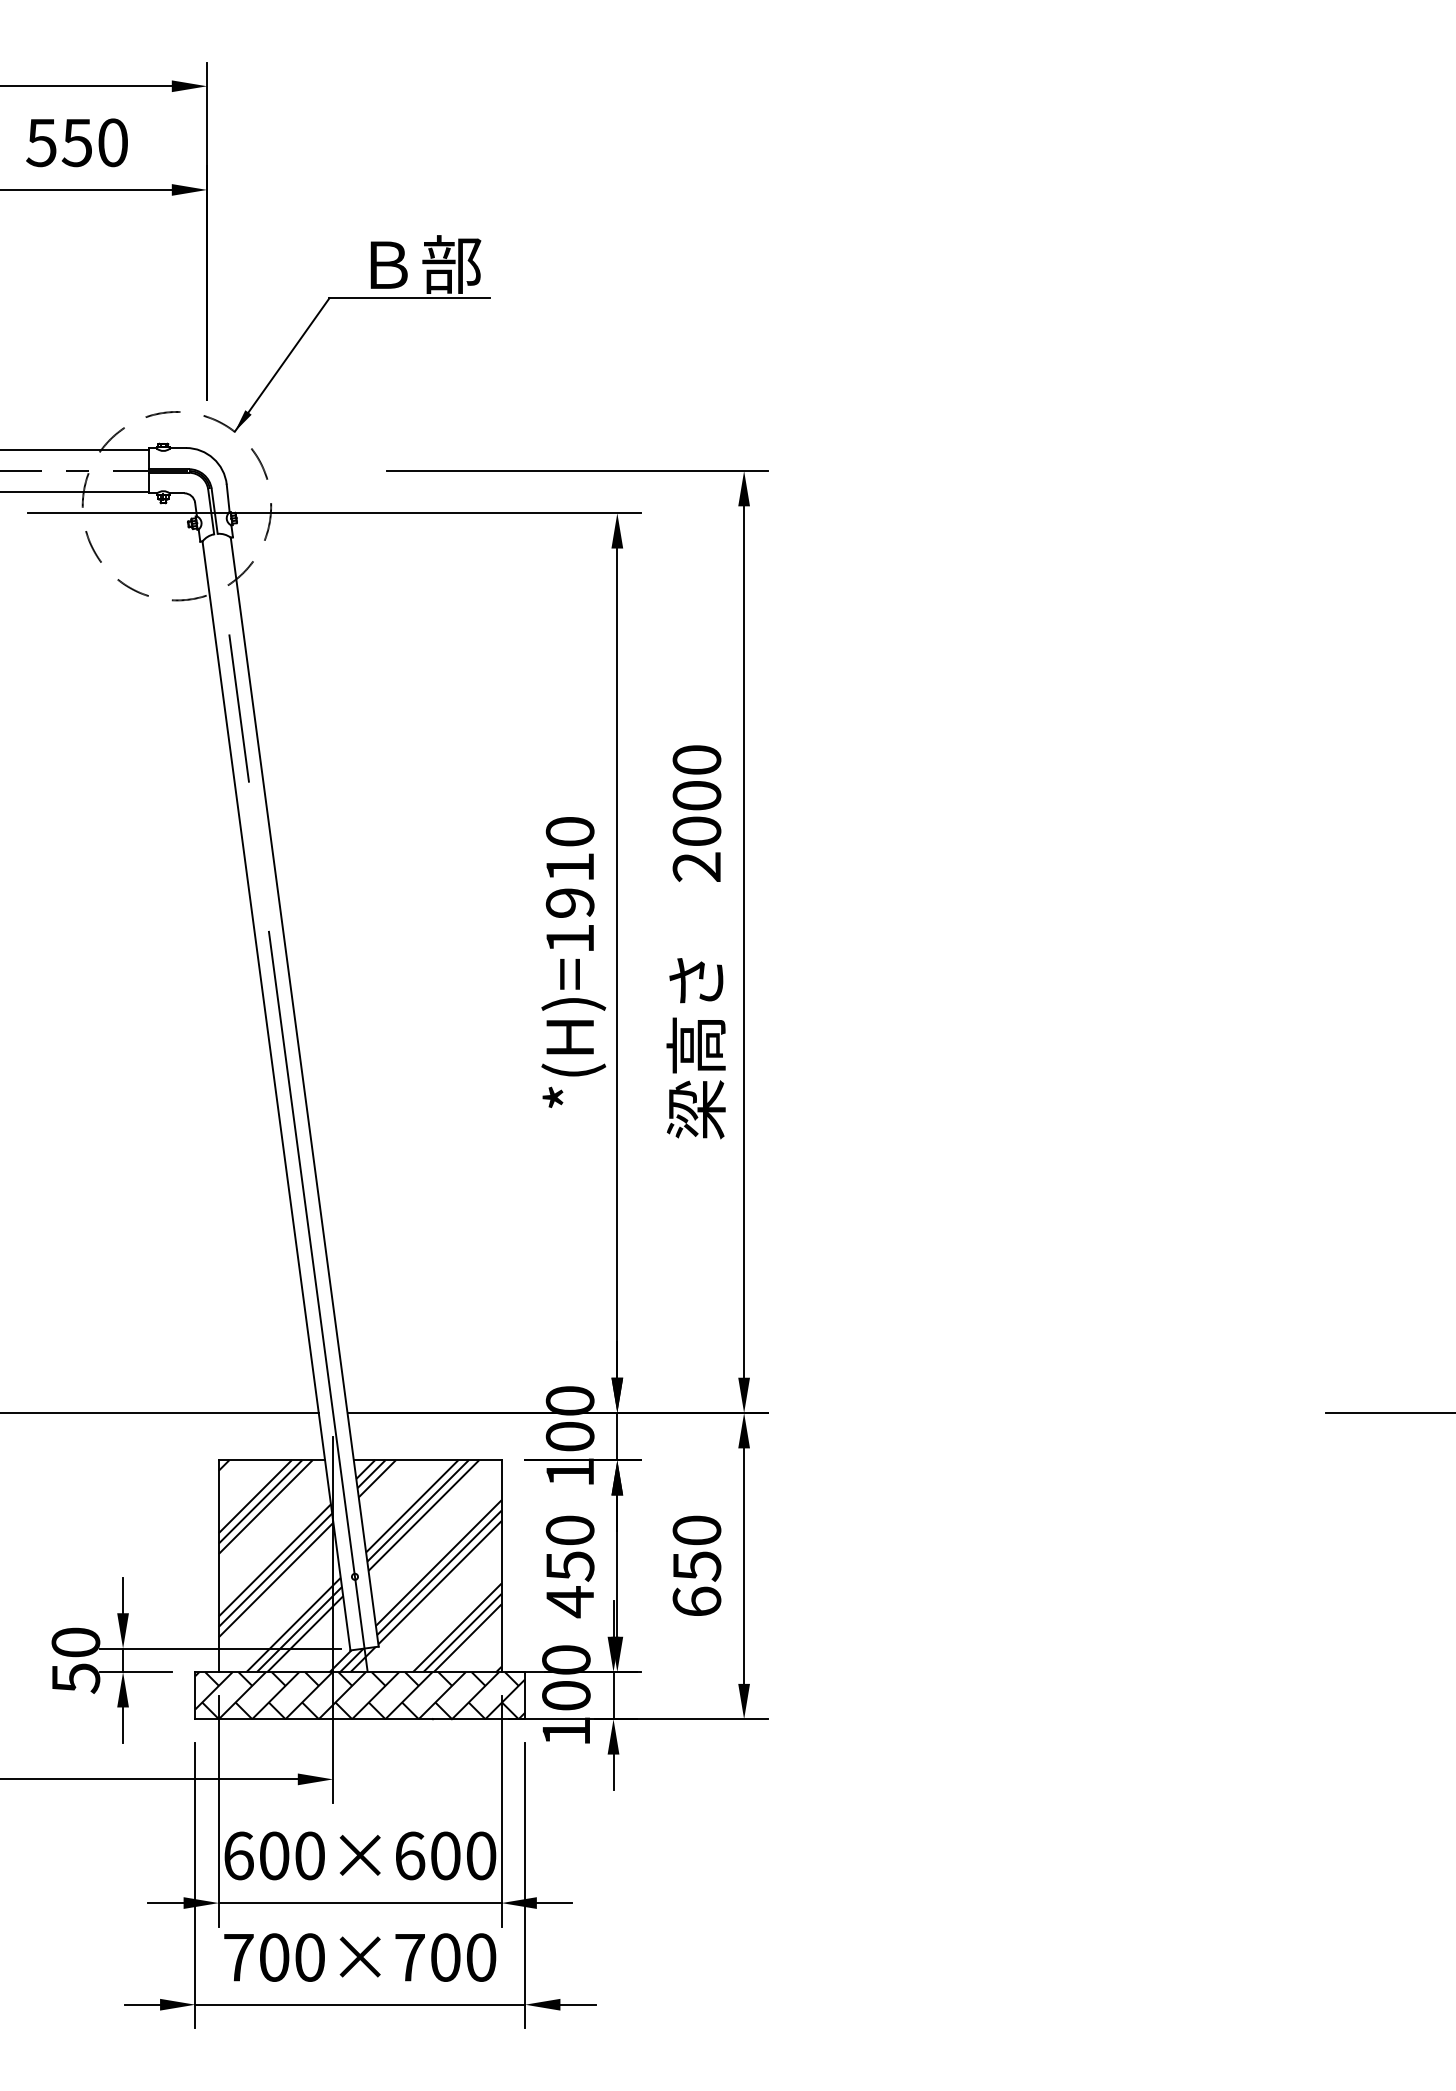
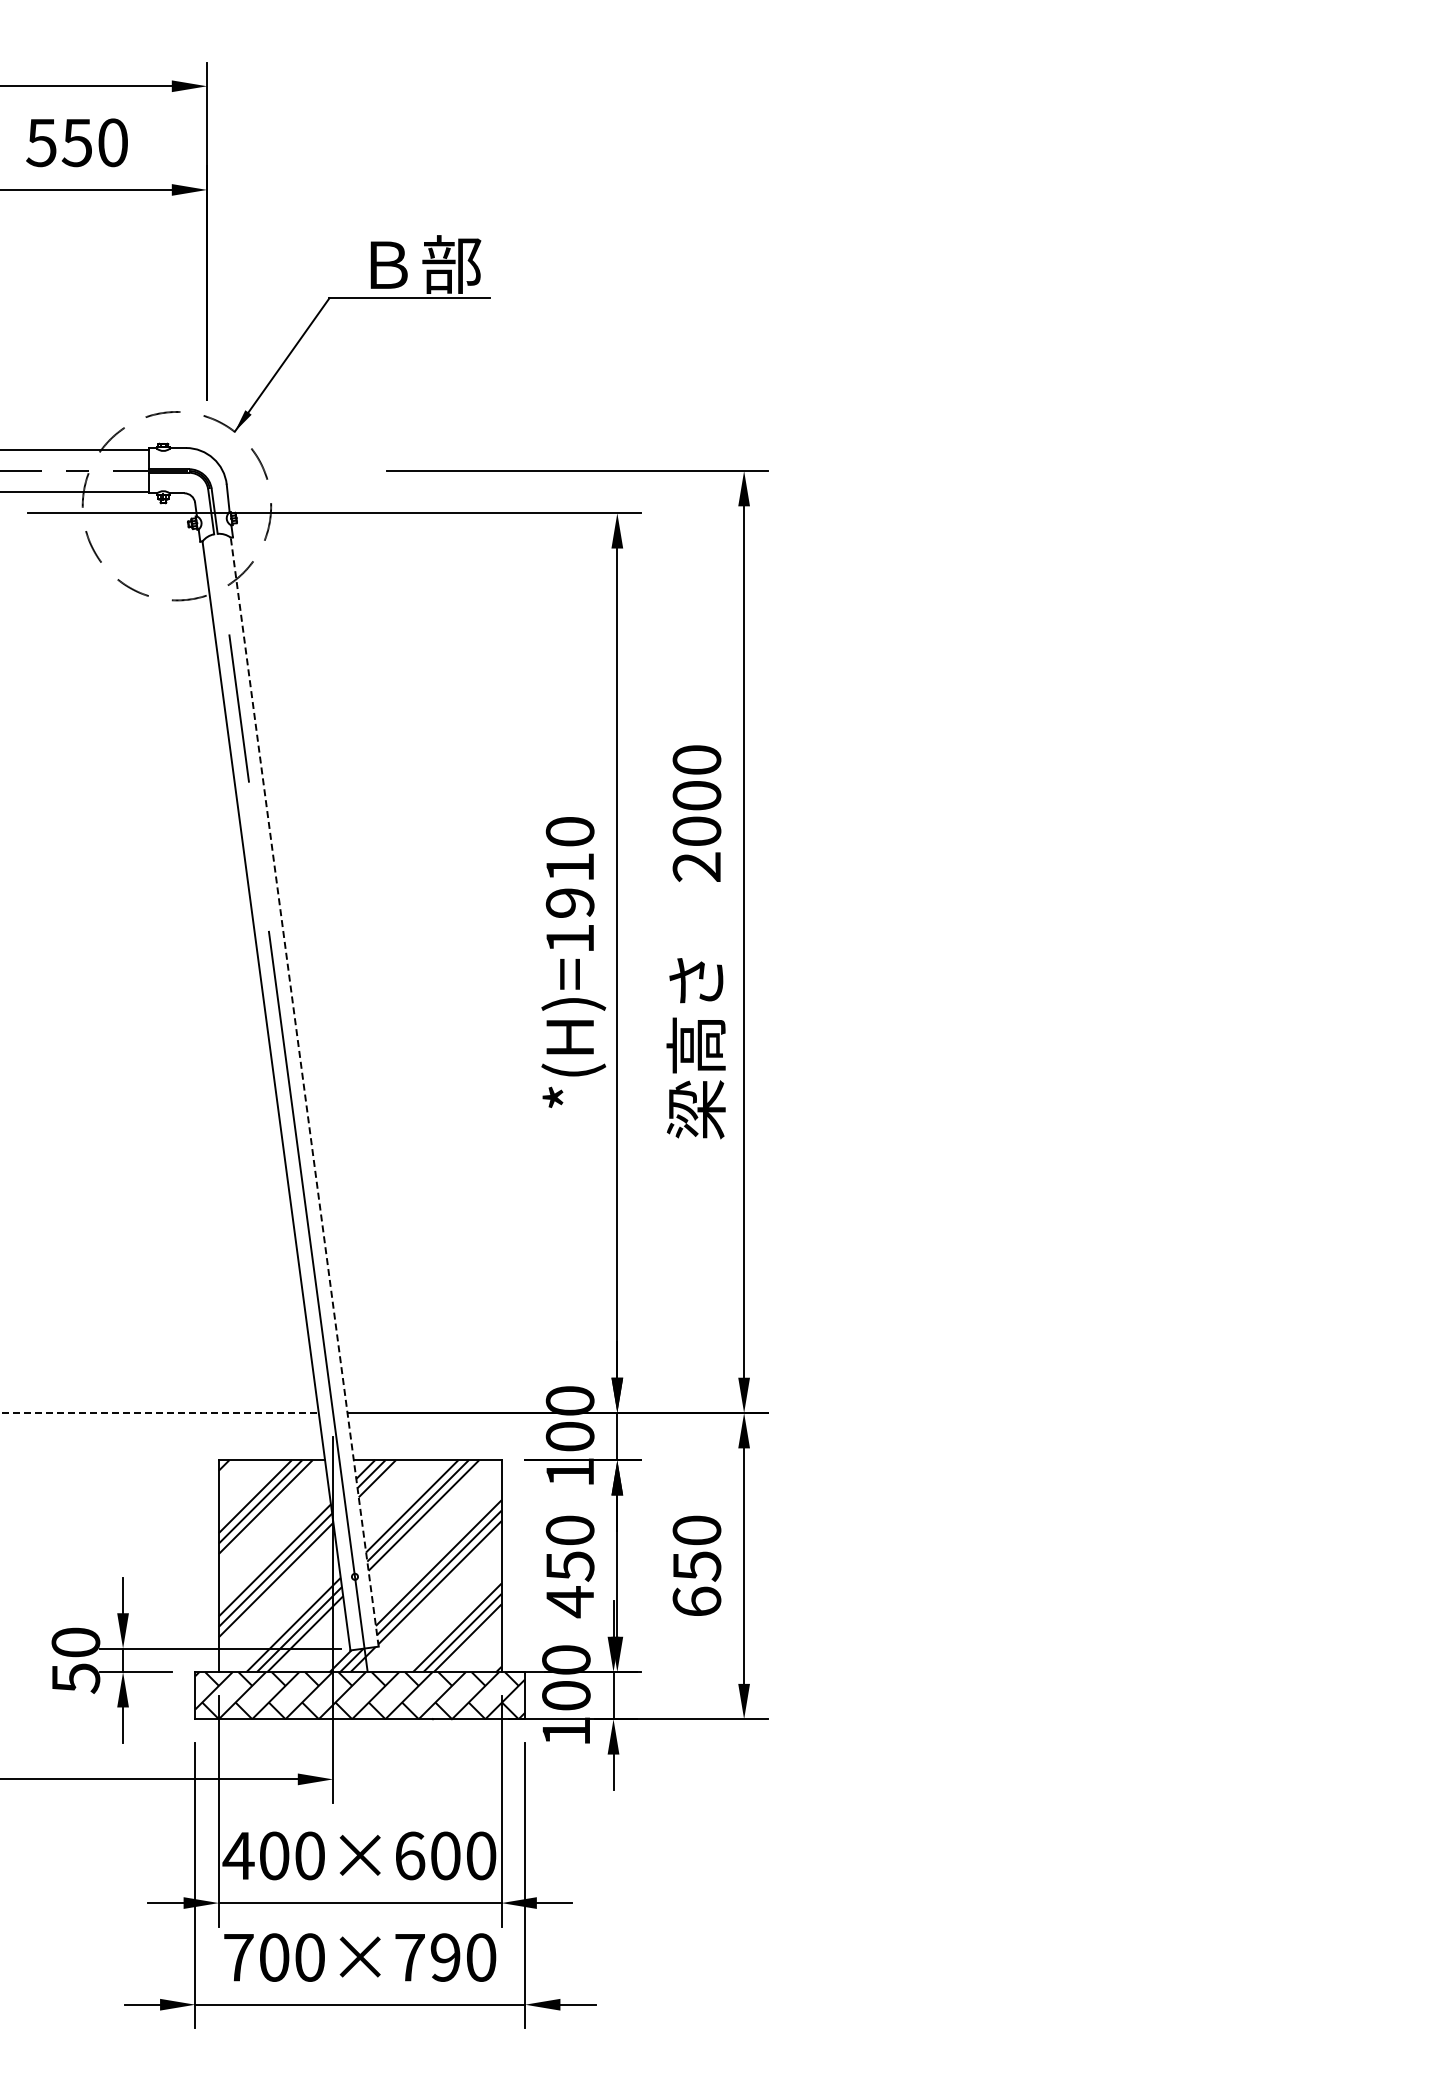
line at (304, 1091): solid -> dashed
line at (159, 1413): solid -> dashed
line at (1388, 1413): present -> none
text at (238, 1855): 600×600 -> 400×600
text at (445, 1957): 700×700 -> 700×790
